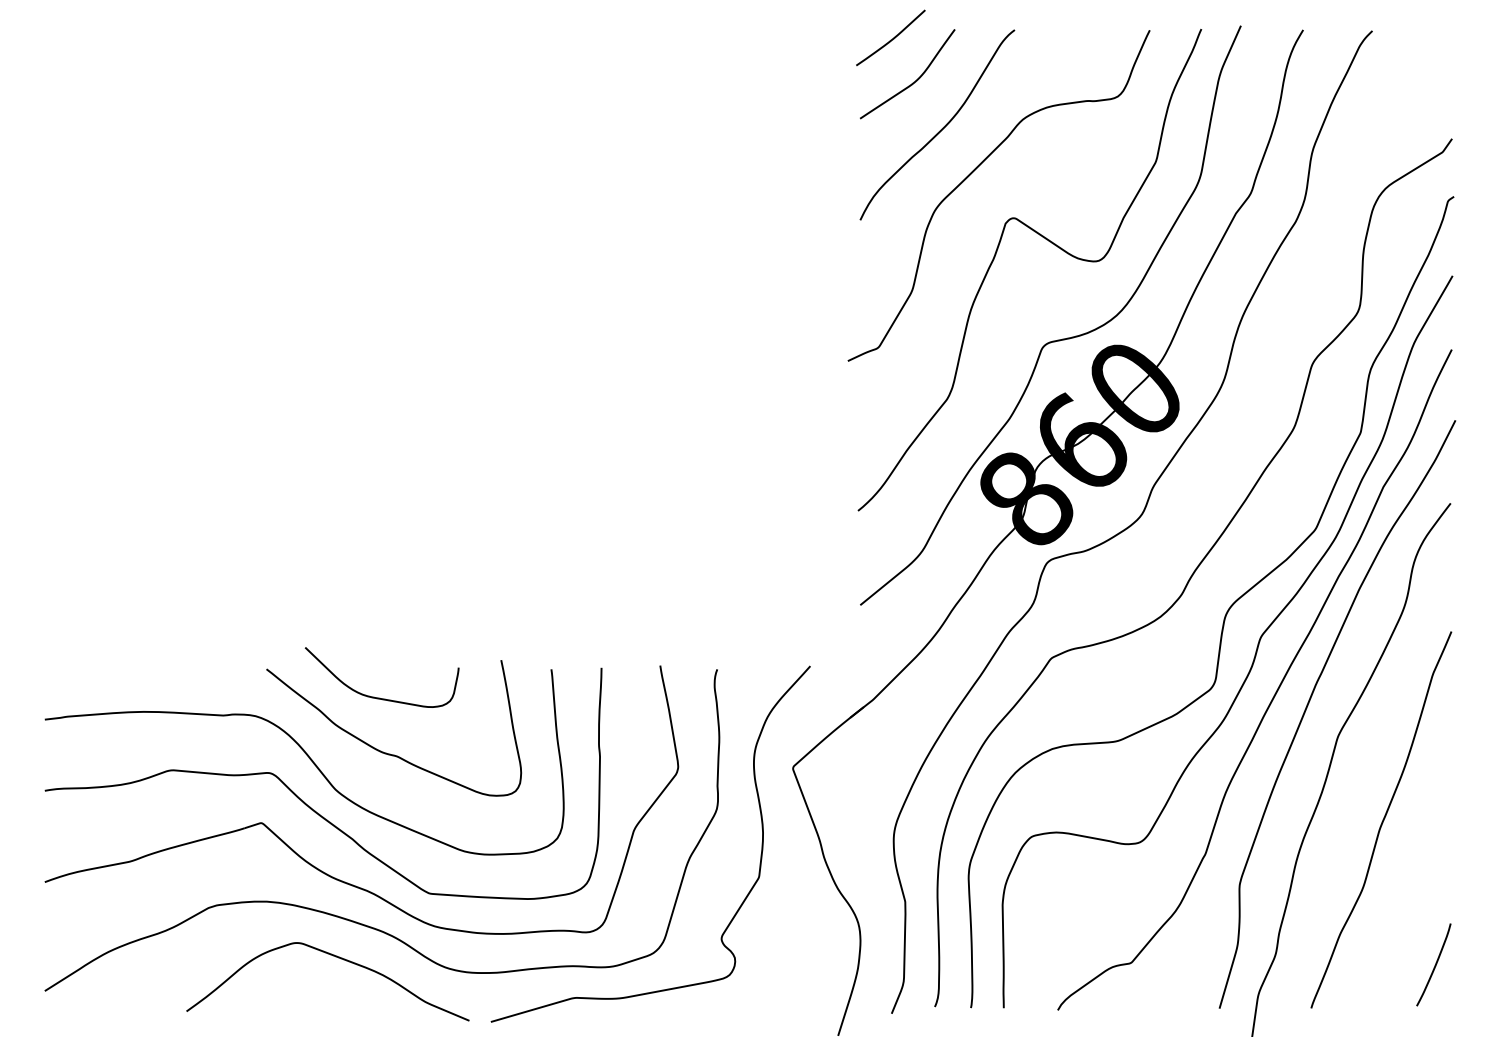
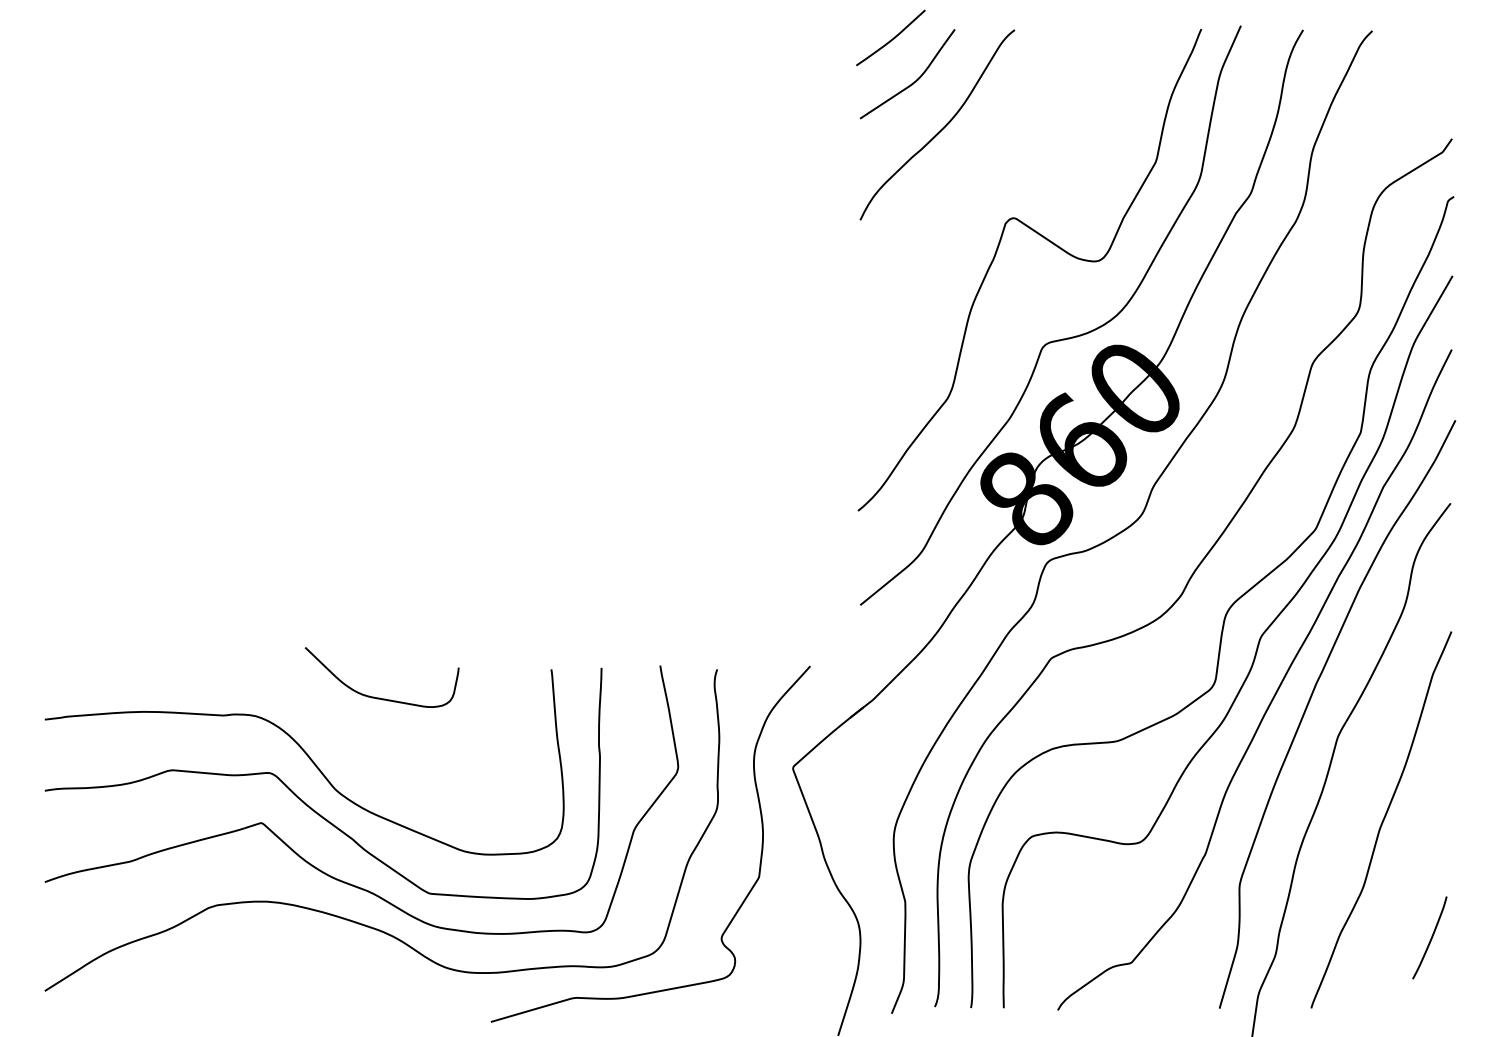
curve at (974, 171): present -> none
curve at (386, 752): present -> none
curve at (335, 957): present -> none
curve at (1434, 965) position: (1434, 965) -> (1430, 938)
